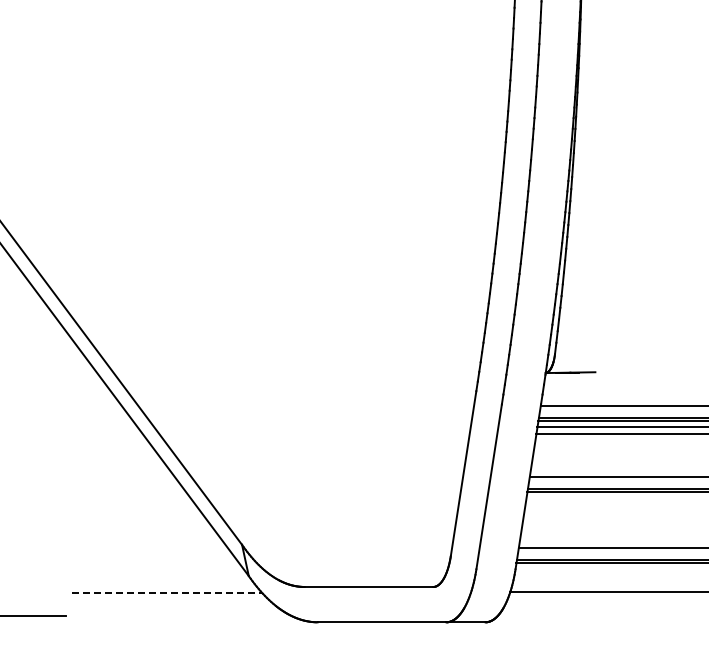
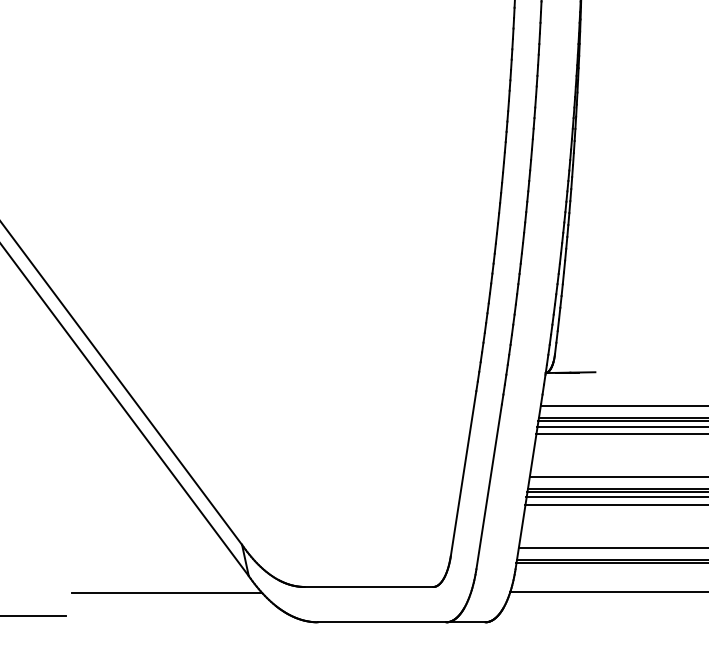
line at (615, 497): none -> present
line at (615, 504): none -> present
line at (167, 593): dashed -> solid
